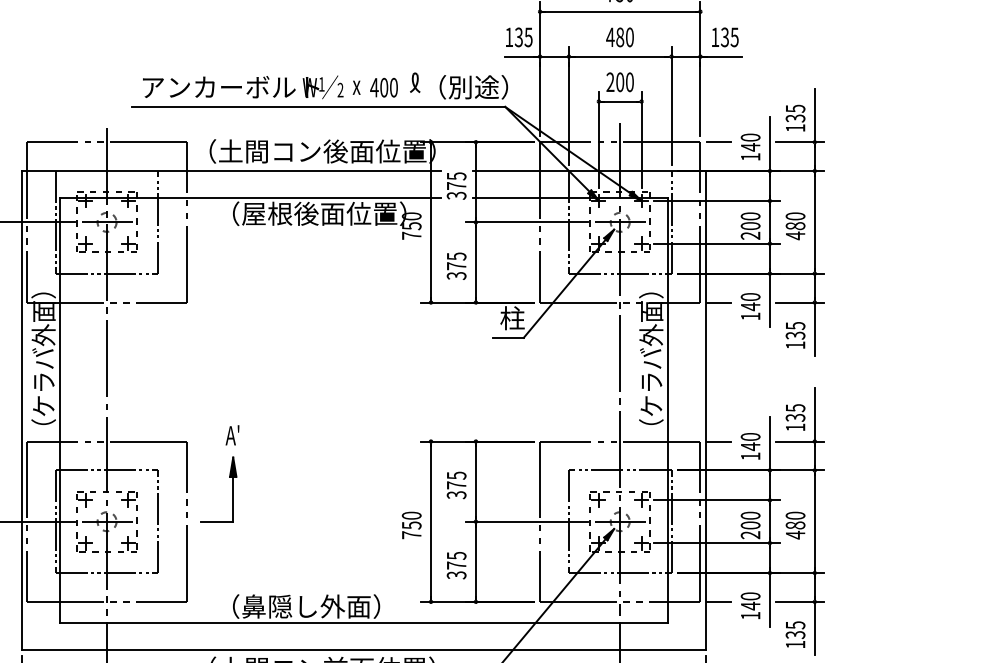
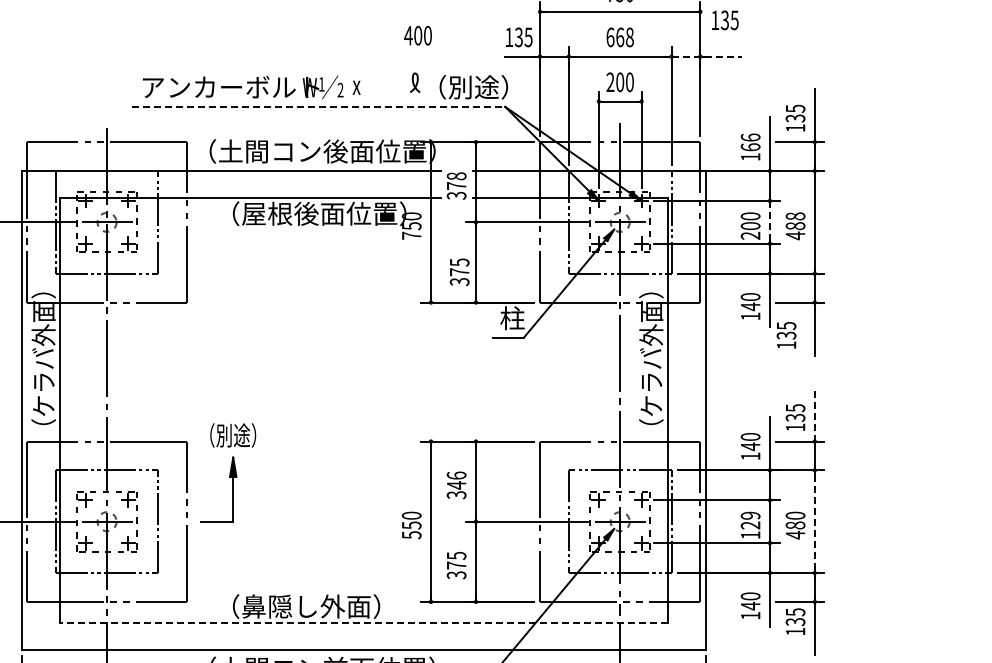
text at (619, 37): 480 -> 668
text at (725, 37) position: (725, 37) -> (725, 20)
line at (707, 56): solid -> dashed
text at (383, 87) position: (383, 87) -> (417, 35)
line at (319, 106): solid -> dashed
line at (718, 142): present -> none
text at (750, 142): 140 -> 166
text at (456, 176): 375 -> 378
text at (795, 216): 480 -> 488
line at (769, 221): solid -> dashed
text at (456, 265) position: (456, 265) -> (459, 271)
line at (718, 302): present -> none
text at (795, 335) position: (795, 335) -> (786, 335)
line at (814, 414): solid -> dashed
text at (233, 435): A' -> （別途）
line at (718, 441): present -> none
text at (456, 480): 375 -> 346
line at (814, 521): solid -> dashed
text at (750, 525): 200 -> 129
text at (411, 535): 750 -> 550
line at (718, 601): present -> none
line at (363, 622): solid -> dashed
text at (795, 634) position: (795, 634) -> (795, 621)
